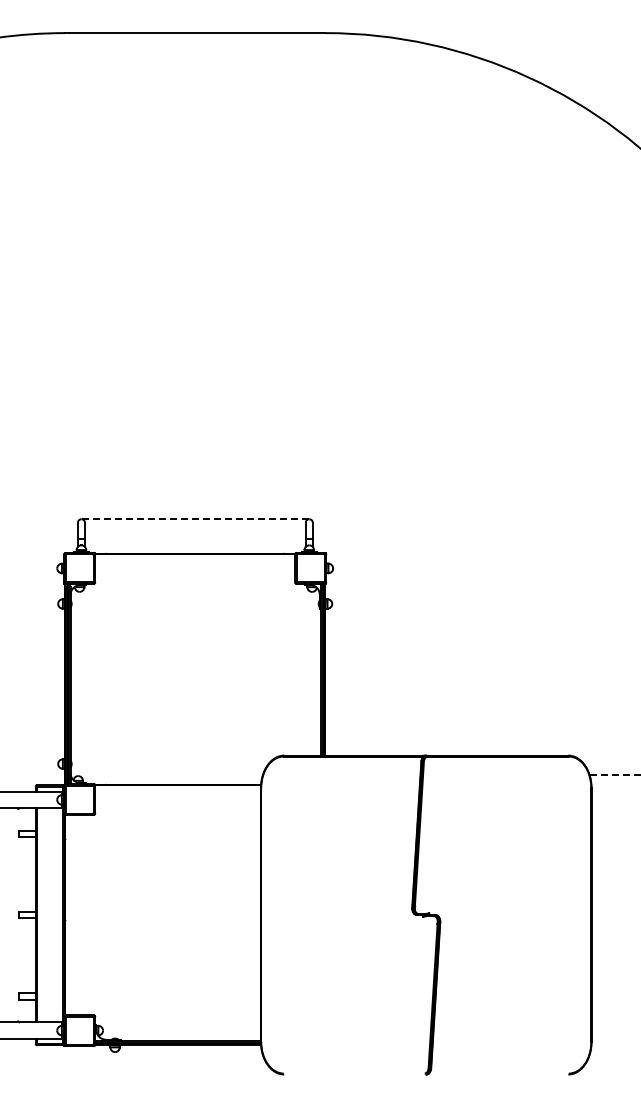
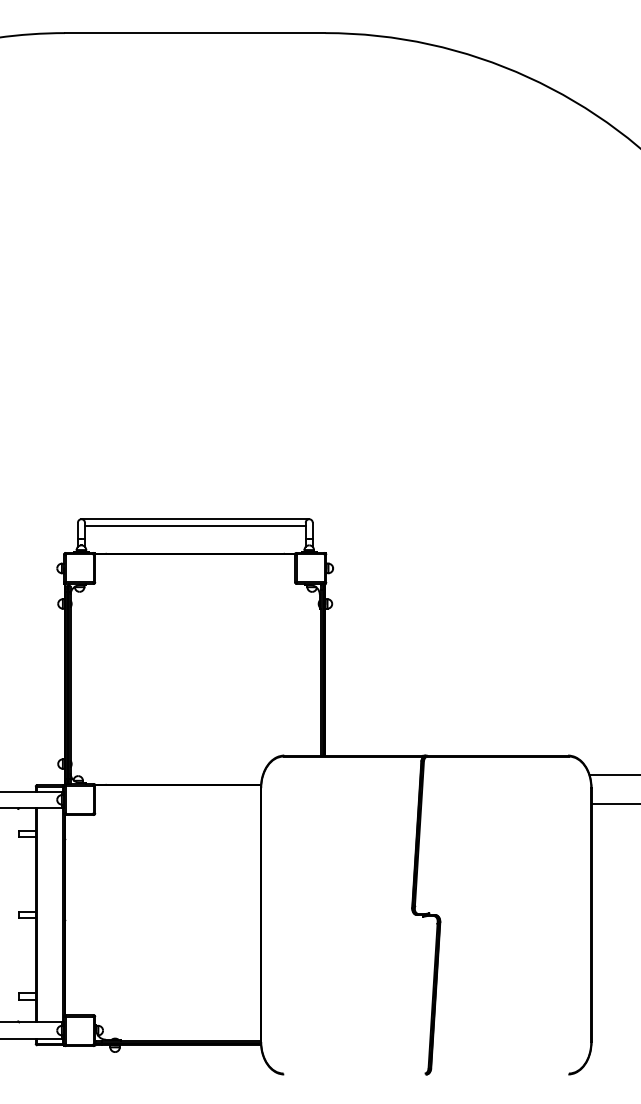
line at (195, 519): dashed -> solid
line at (194, 526): none -> present
line at (614, 775): dashed -> solid
line at (614, 804): none -> present
